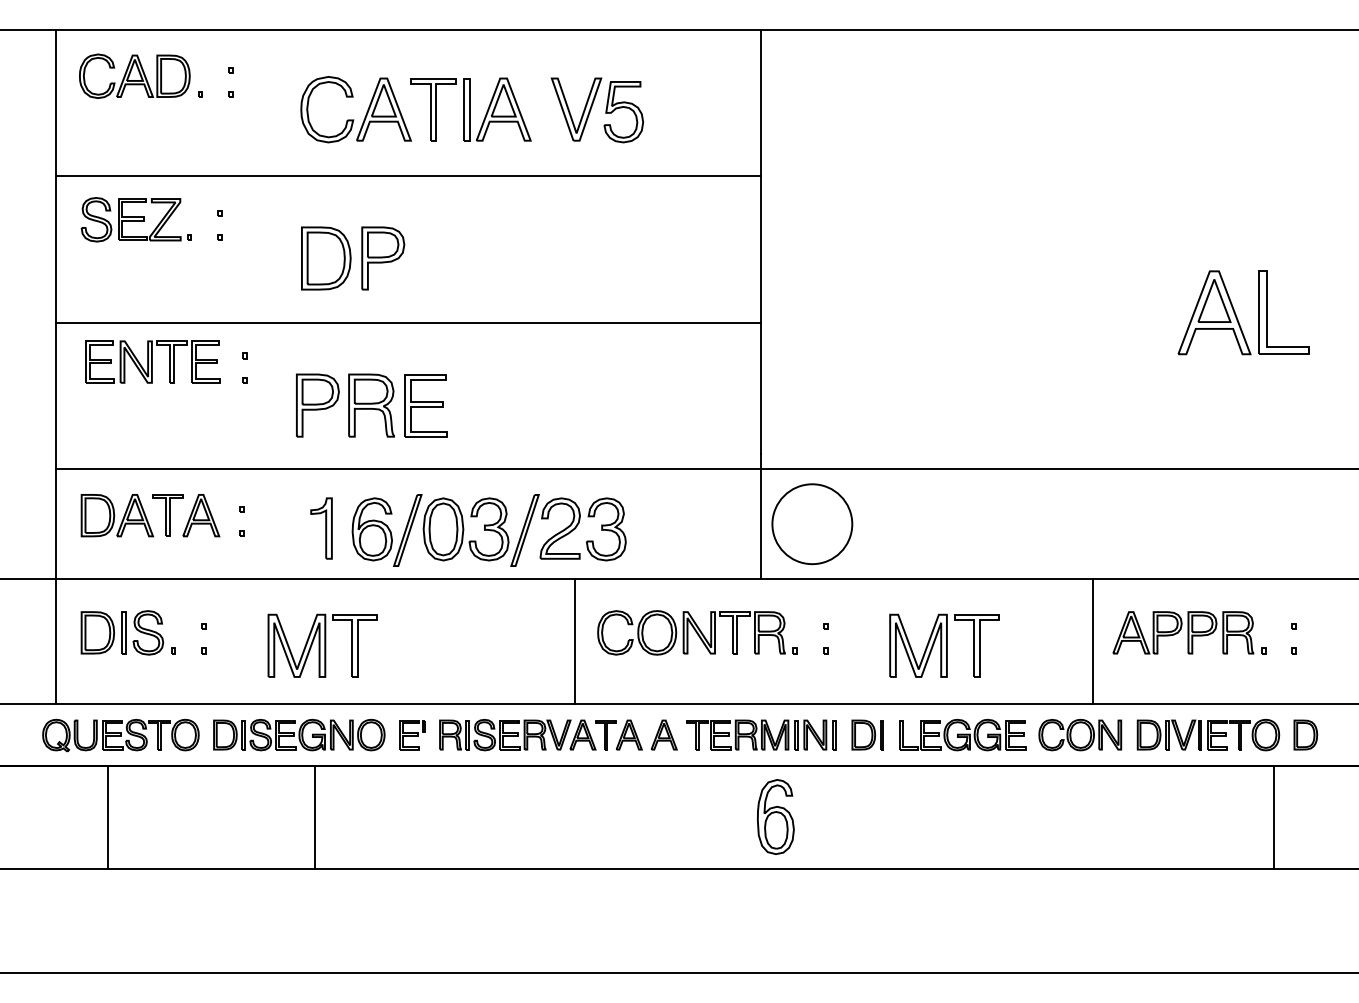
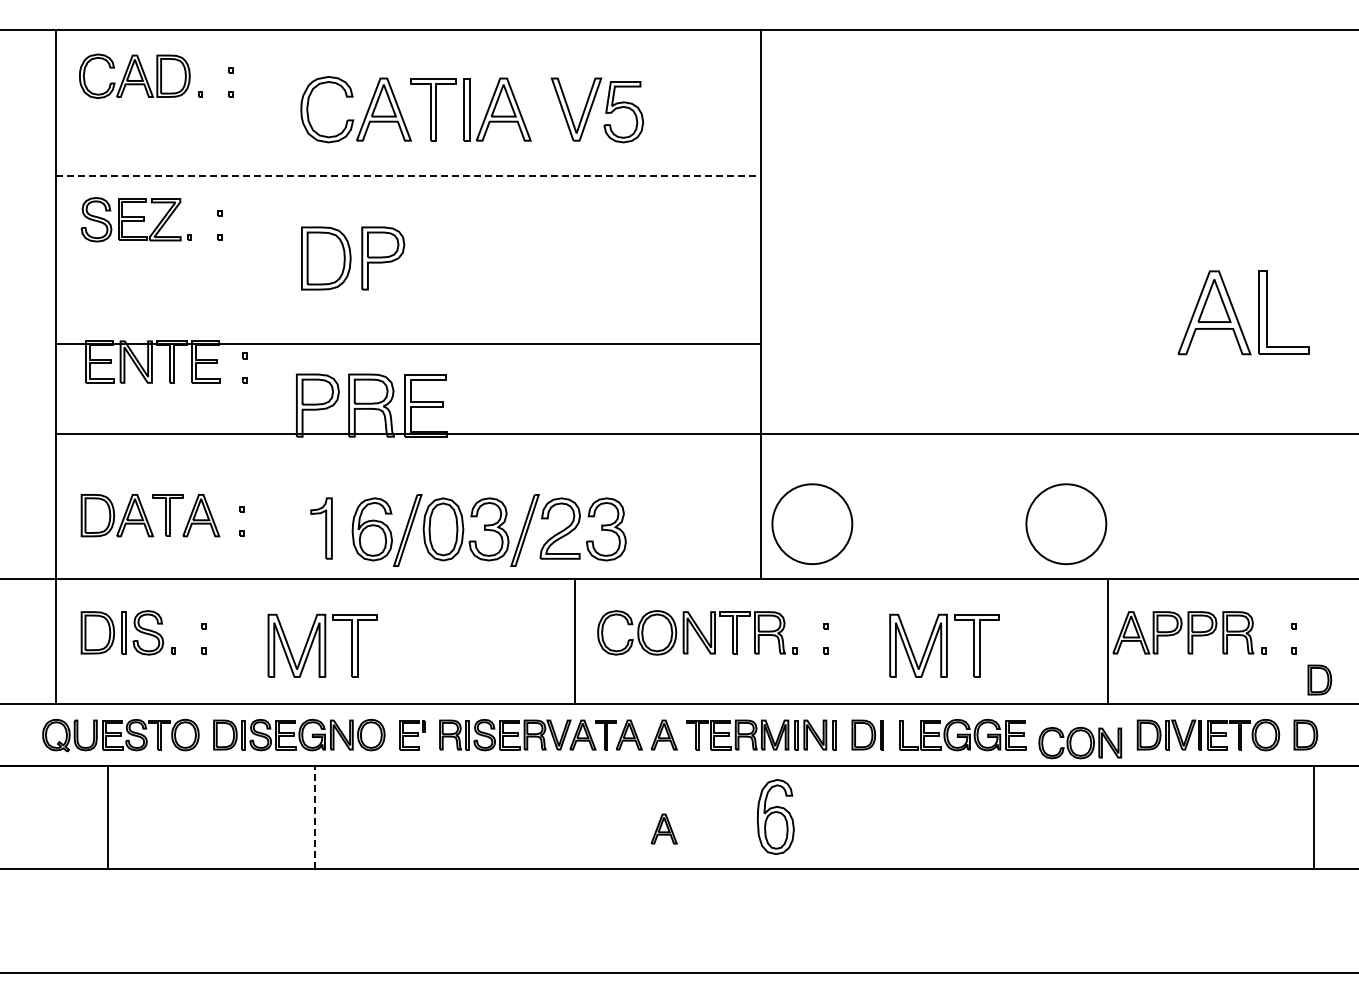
line at (409, 176): solid -> dashed
line at (408, 322) position: (408, 322) -> (408, 343)
line at (705, 469) position: (705, 469) -> (705, 434)
circle at (1066, 523): none -> present
line at (1092, 641) position: (1092, 641) -> (1107, 641)
part at (1319, 679): none -> present
part at (1080, 734) position: (1080, 734) -> (1080, 742)
line at (315, 817): solid -> dashed
line at (1274, 817) position: (1274, 817) -> (1314, 817)
part at (664, 828): none -> present
